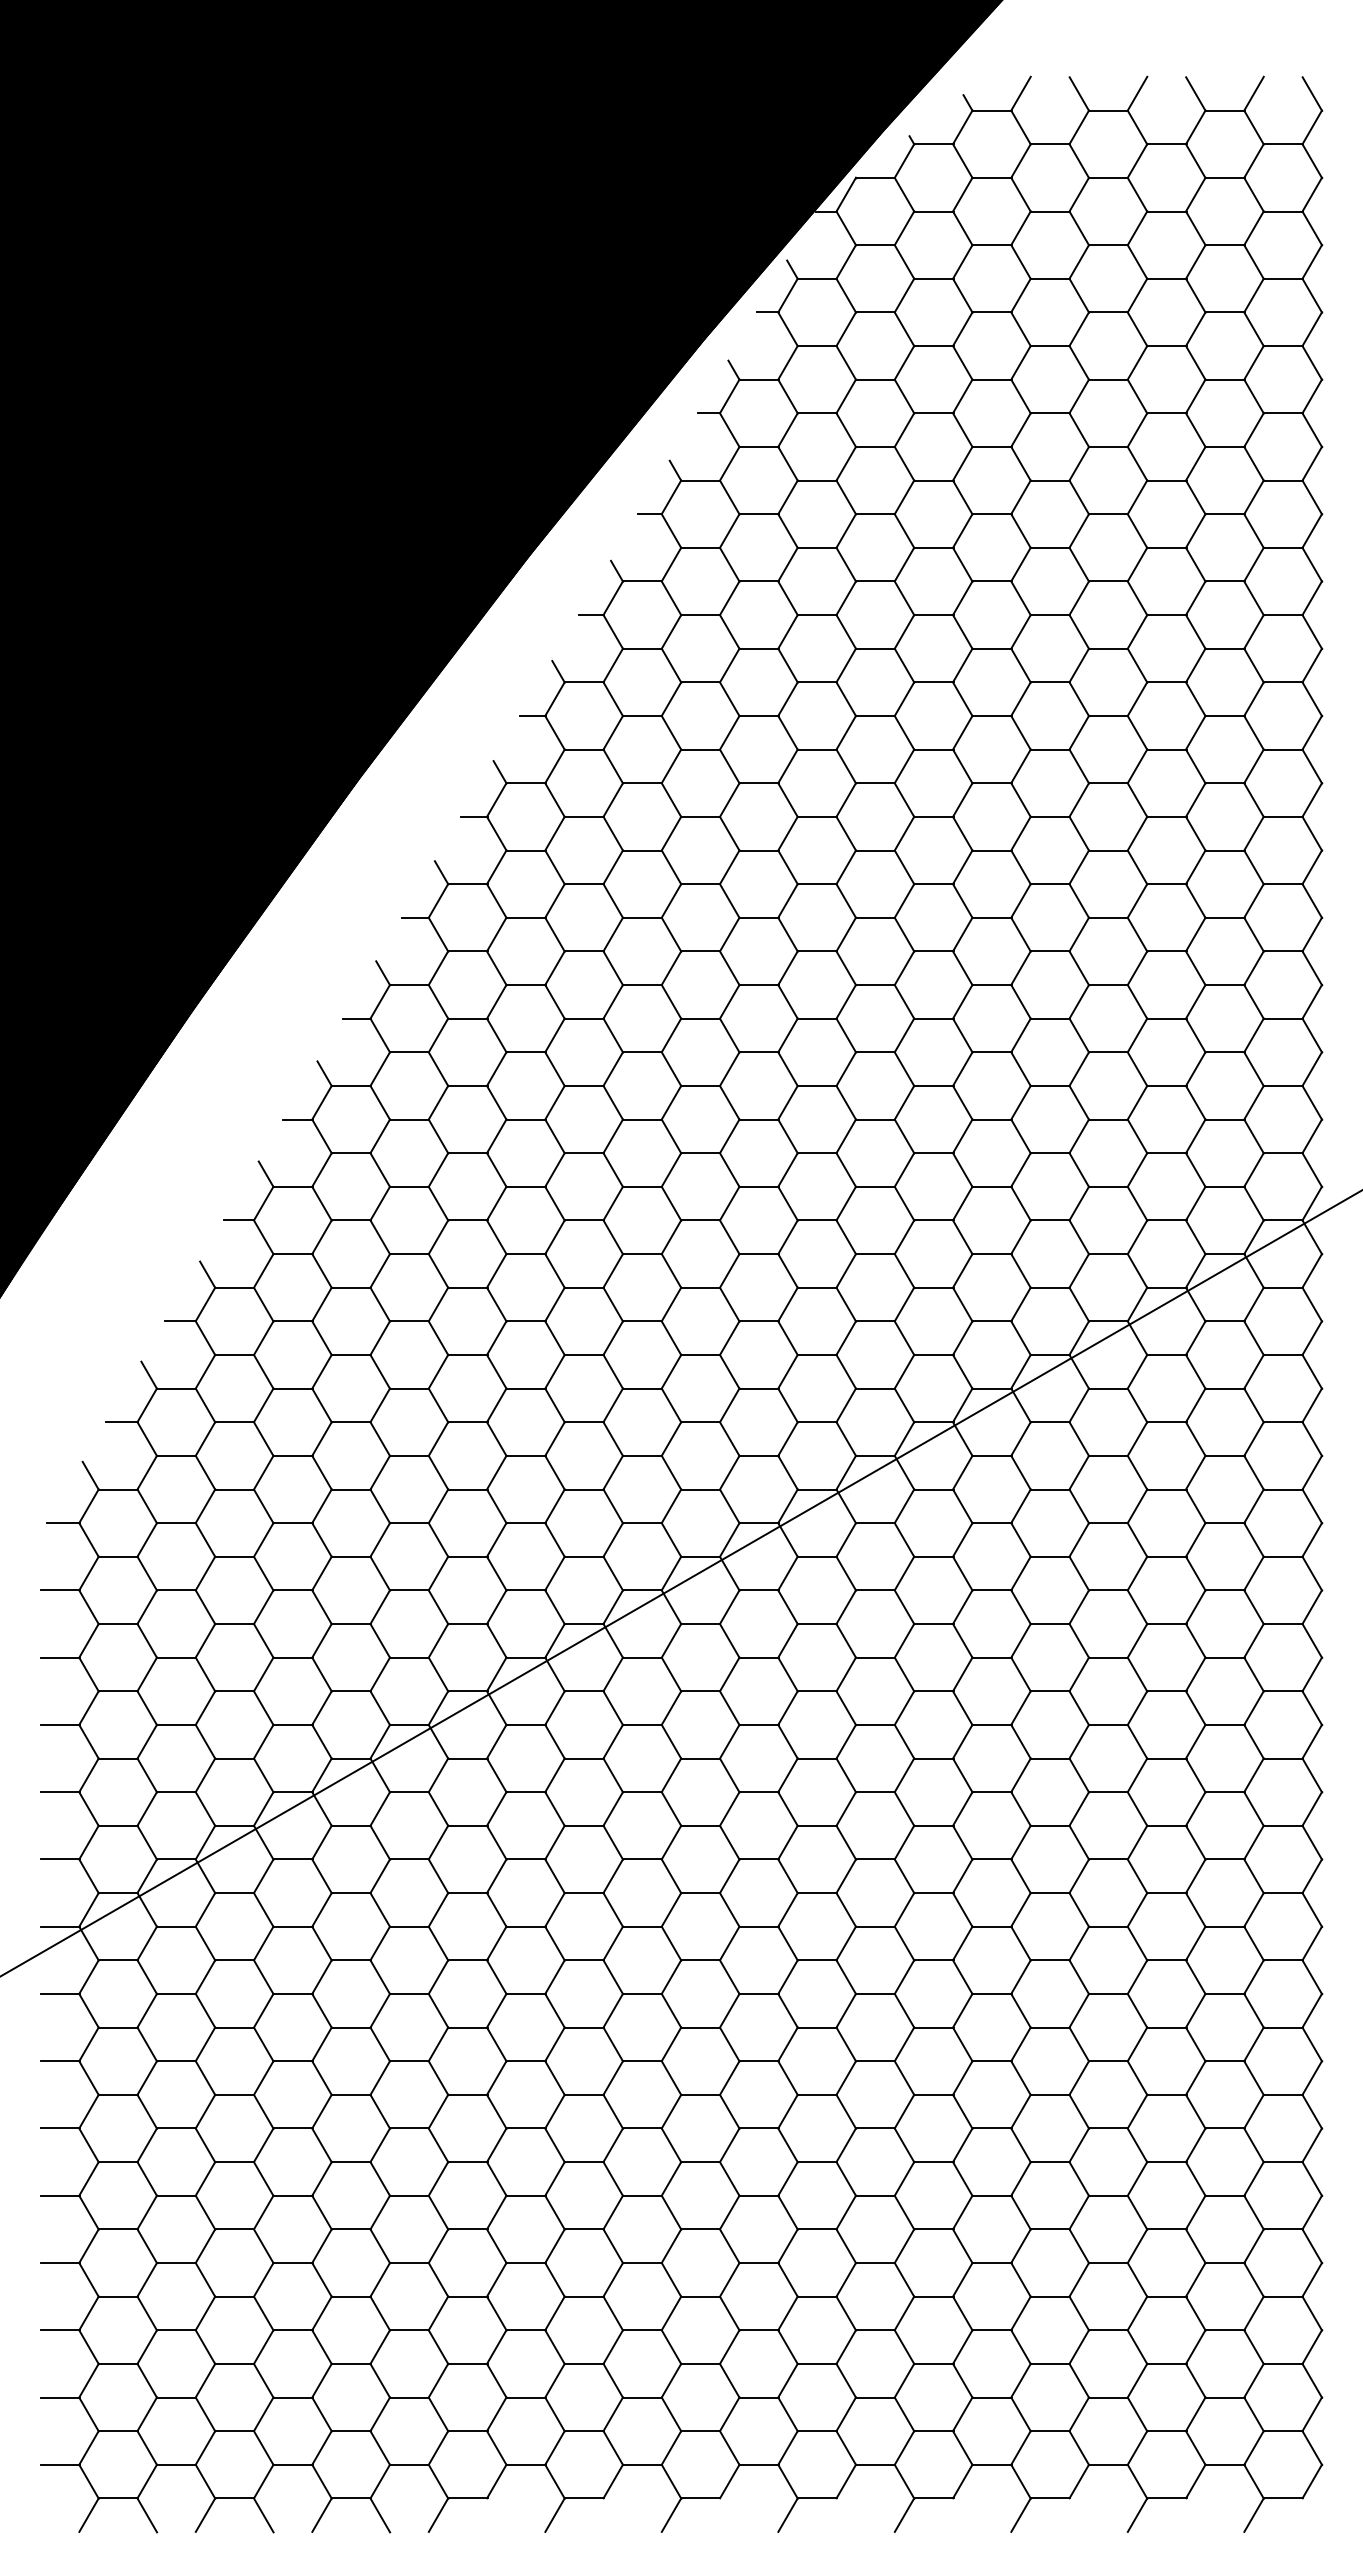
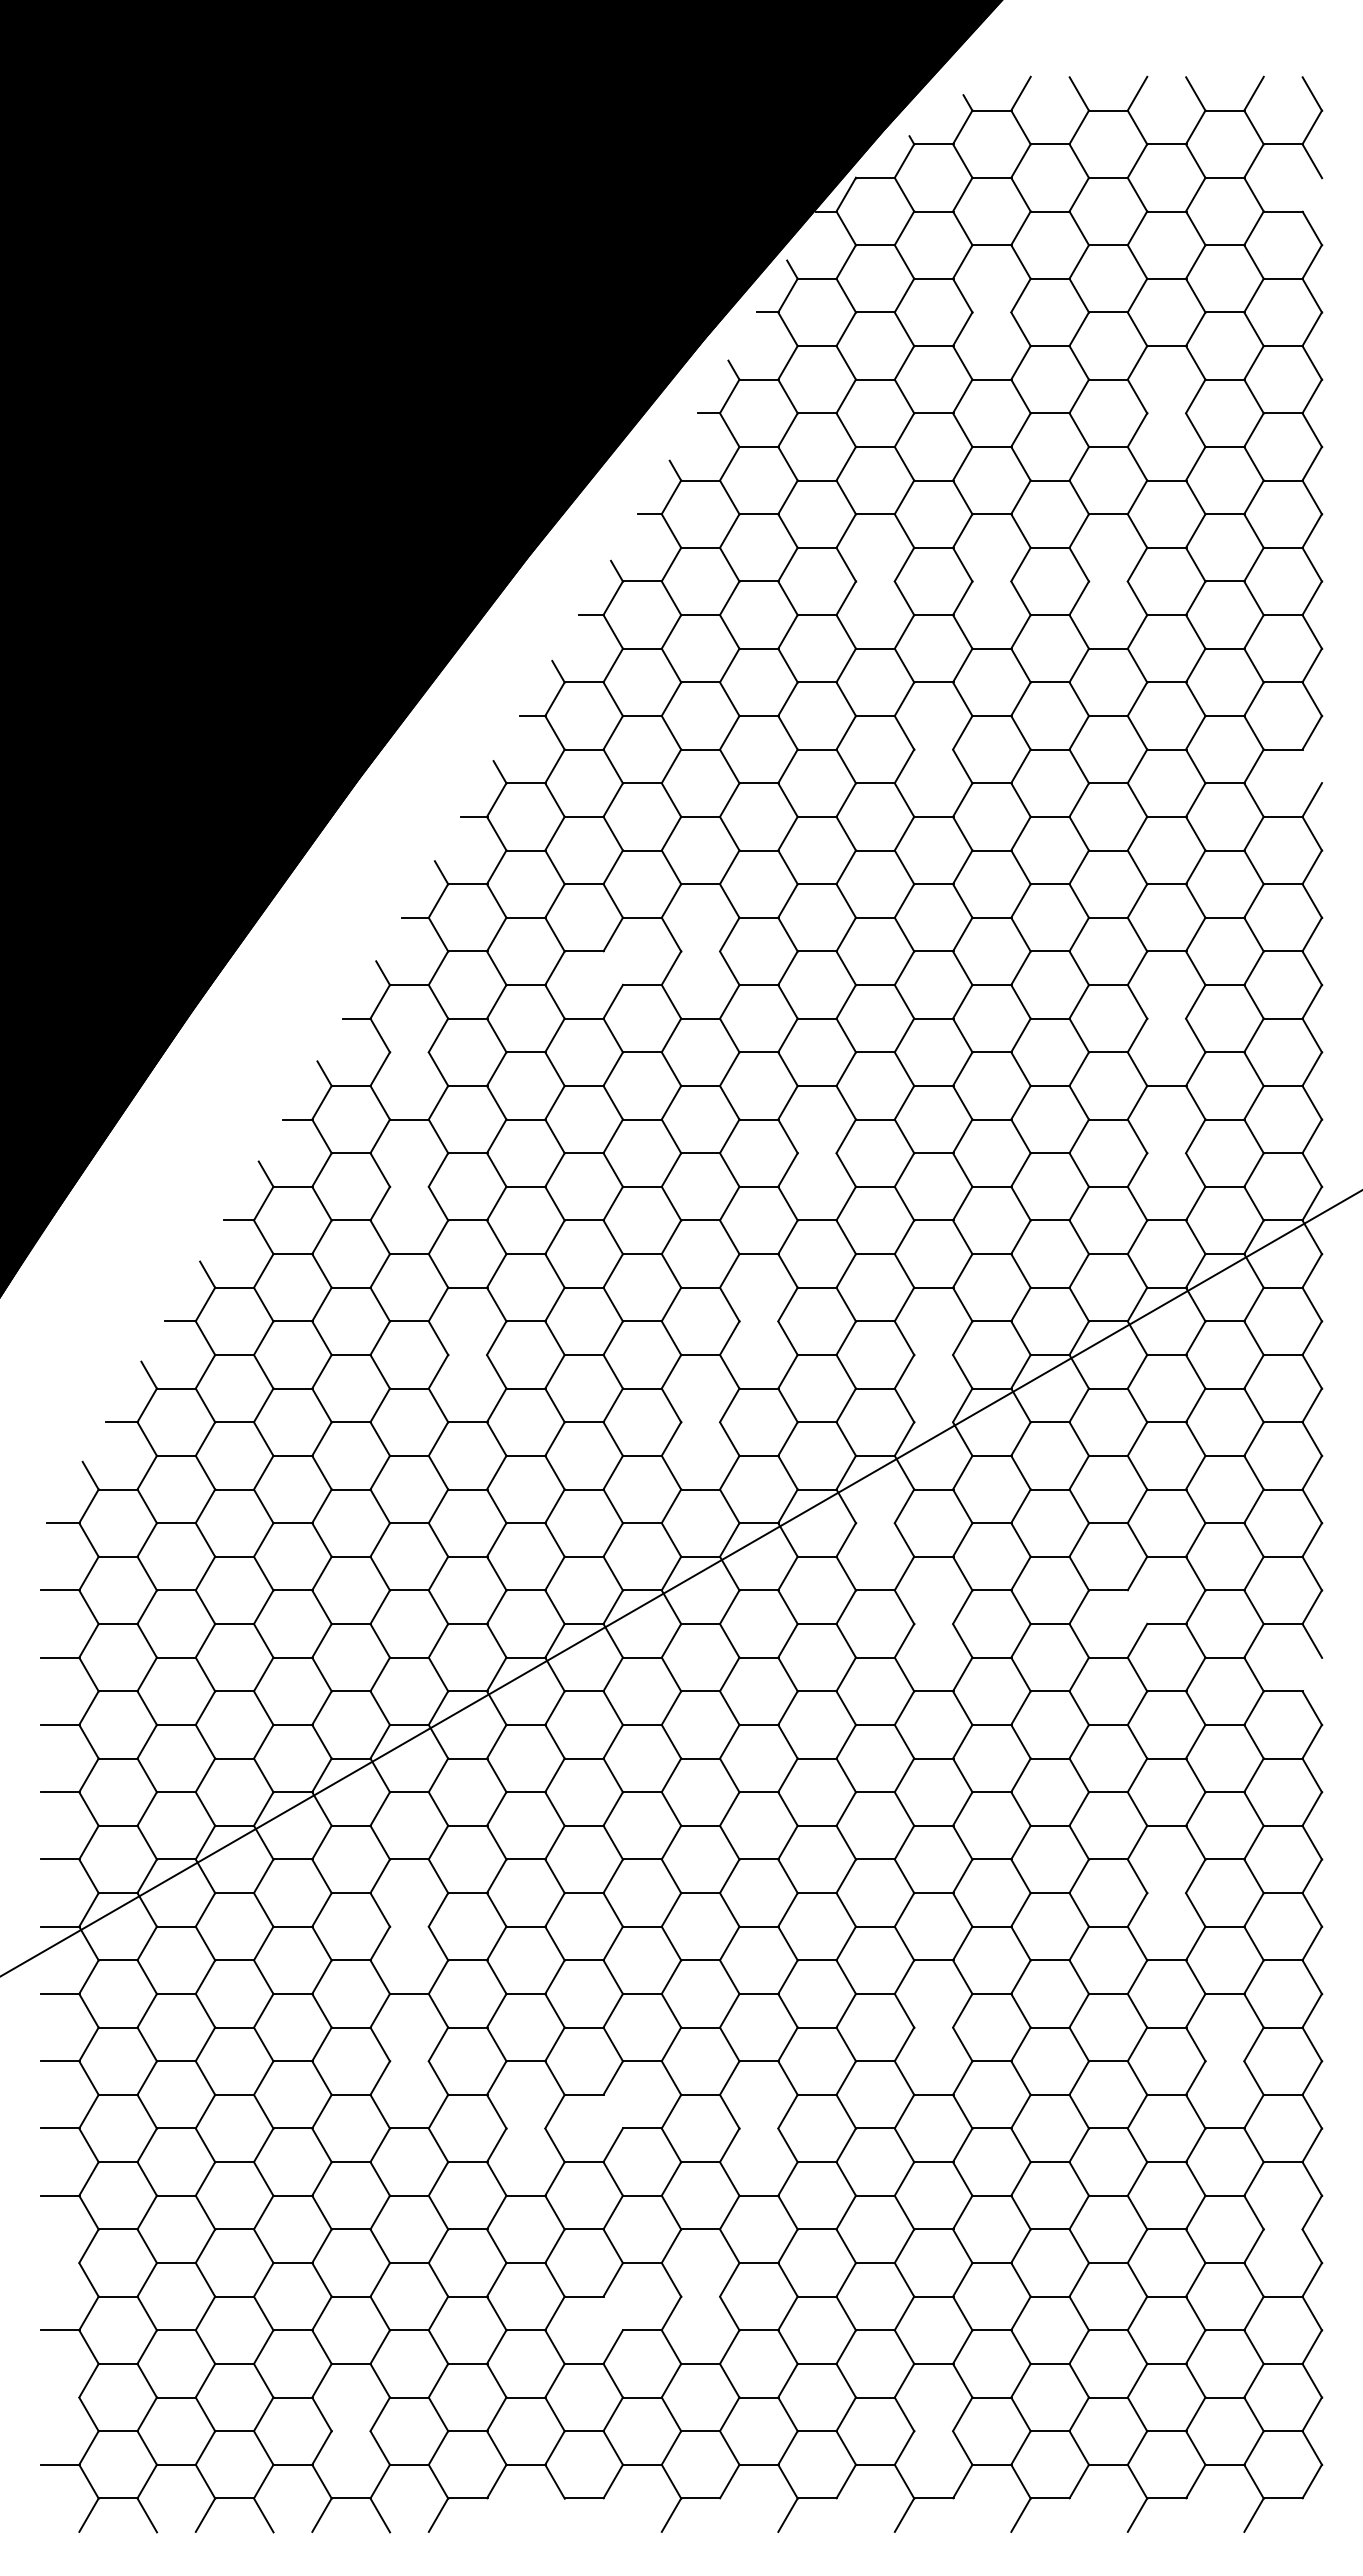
line at (1312, 194): present -> none
line at (991, 312): present -> none
line at (1166, 413): present -> none
line at (875, 581): present -> none
line at (991, 581): present -> none
line at (1108, 581): present -> none
line at (933, 749): present -> none
line at (1312, 766): present -> none
line at (700, 951): present -> none
line at (613, 968): present -> none
line at (1166, 1018): present -> none
line at (409, 1052): present -> none
line at (817, 1153): present -> none
line at (1166, 1153): present -> none
line at (409, 1186): present -> none
line at (758, 1321): present -> none
line at (467, 1354): present -> none
line at (933, 1354): present -> none
line at (700, 1422): present -> none
line at (933, 1422): present -> none
line at (875, 1523): present -> none
line at (1137, 1607): present -> none
line at (933, 1624): present -> none
line at (1312, 1674): present -> none
line at (1166, 1893): present -> none
line at (409, 1926): present -> none
line at (933, 2027): present -> none
line at (409, 2061): present -> none
line at (1224, 2061): present -> none
line at (613, 2111): present -> none
line at (525, 2128): present -> none
line at (758, 2128): present -> none
line at (1283, 2229): present -> none
line at (59, 2263): present -> none
line at (700, 2296): present -> none
line at (613, 2313): present -> none
line at (59, 2397): present -> none
line at (351, 2431): present -> none
line at (933, 2431): present -> none
line at (554, 2514): present -> none
